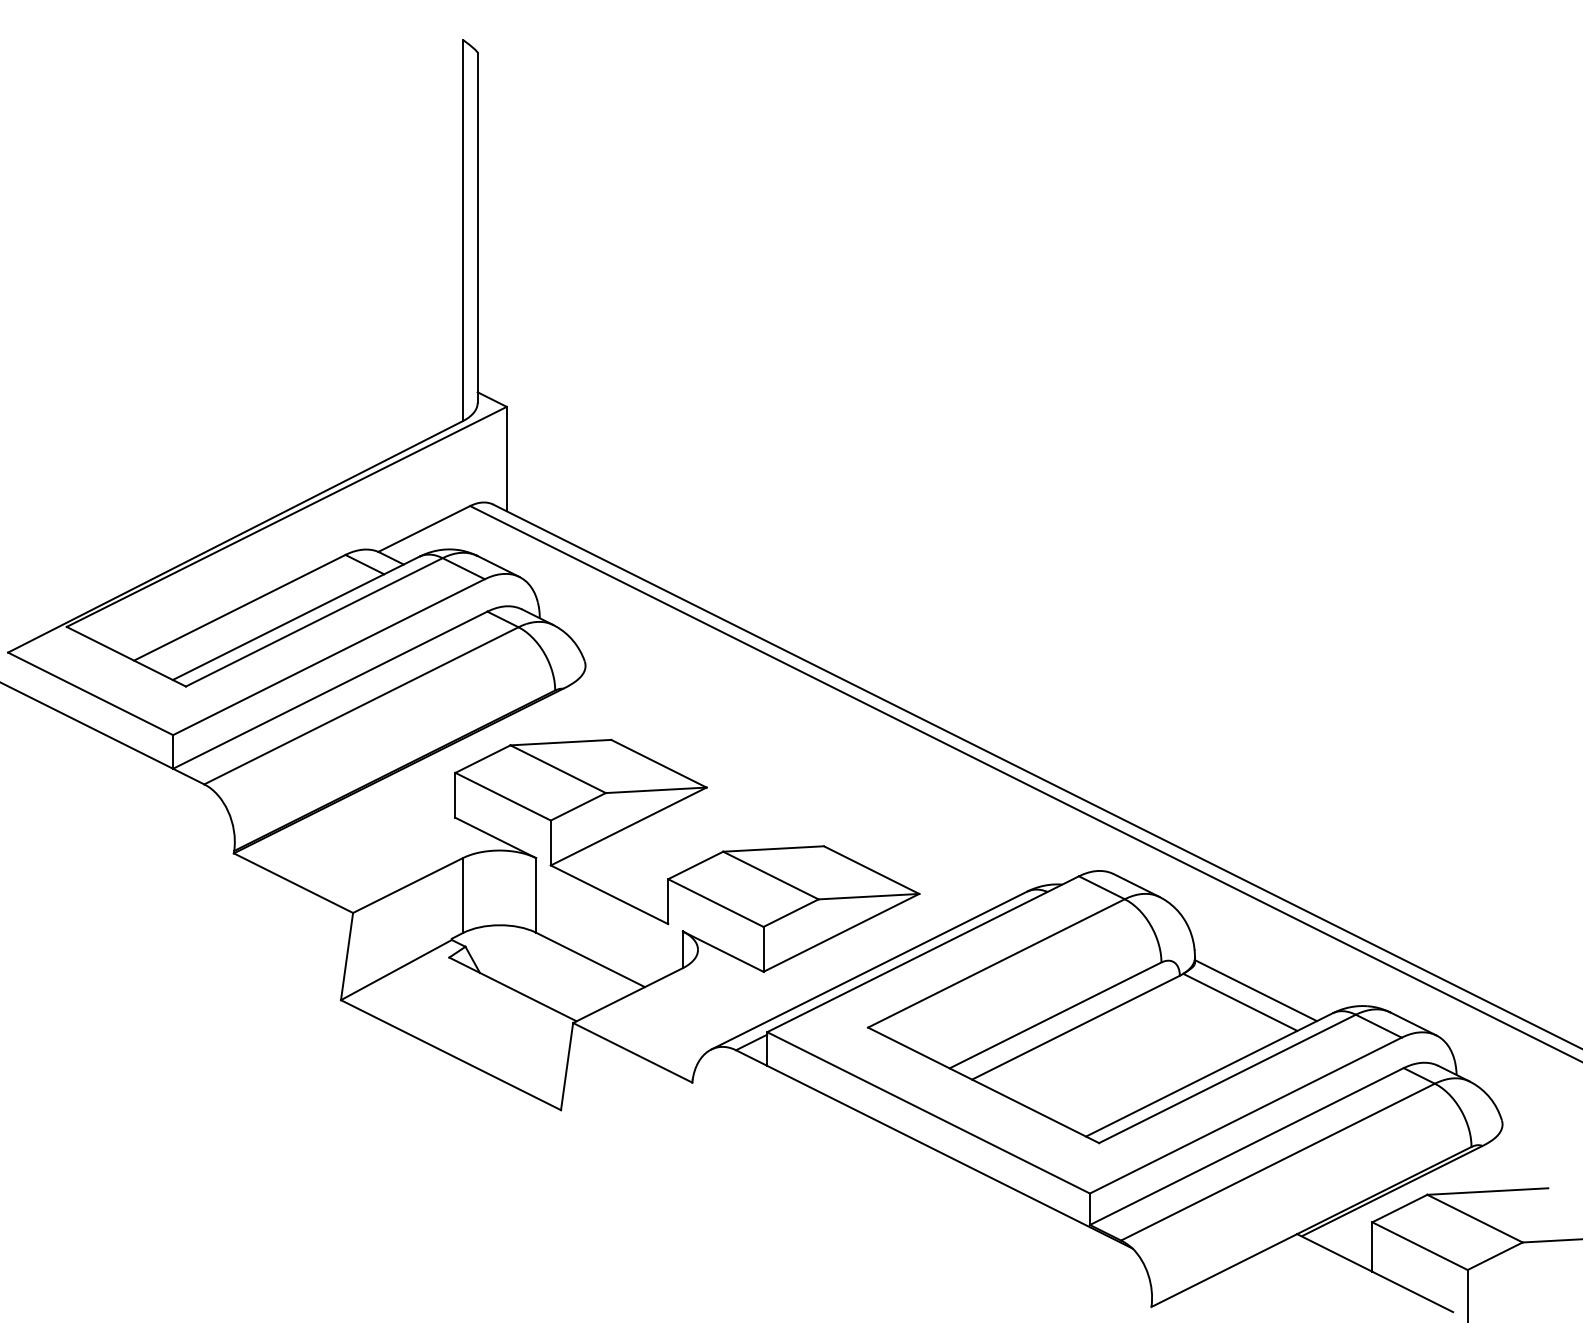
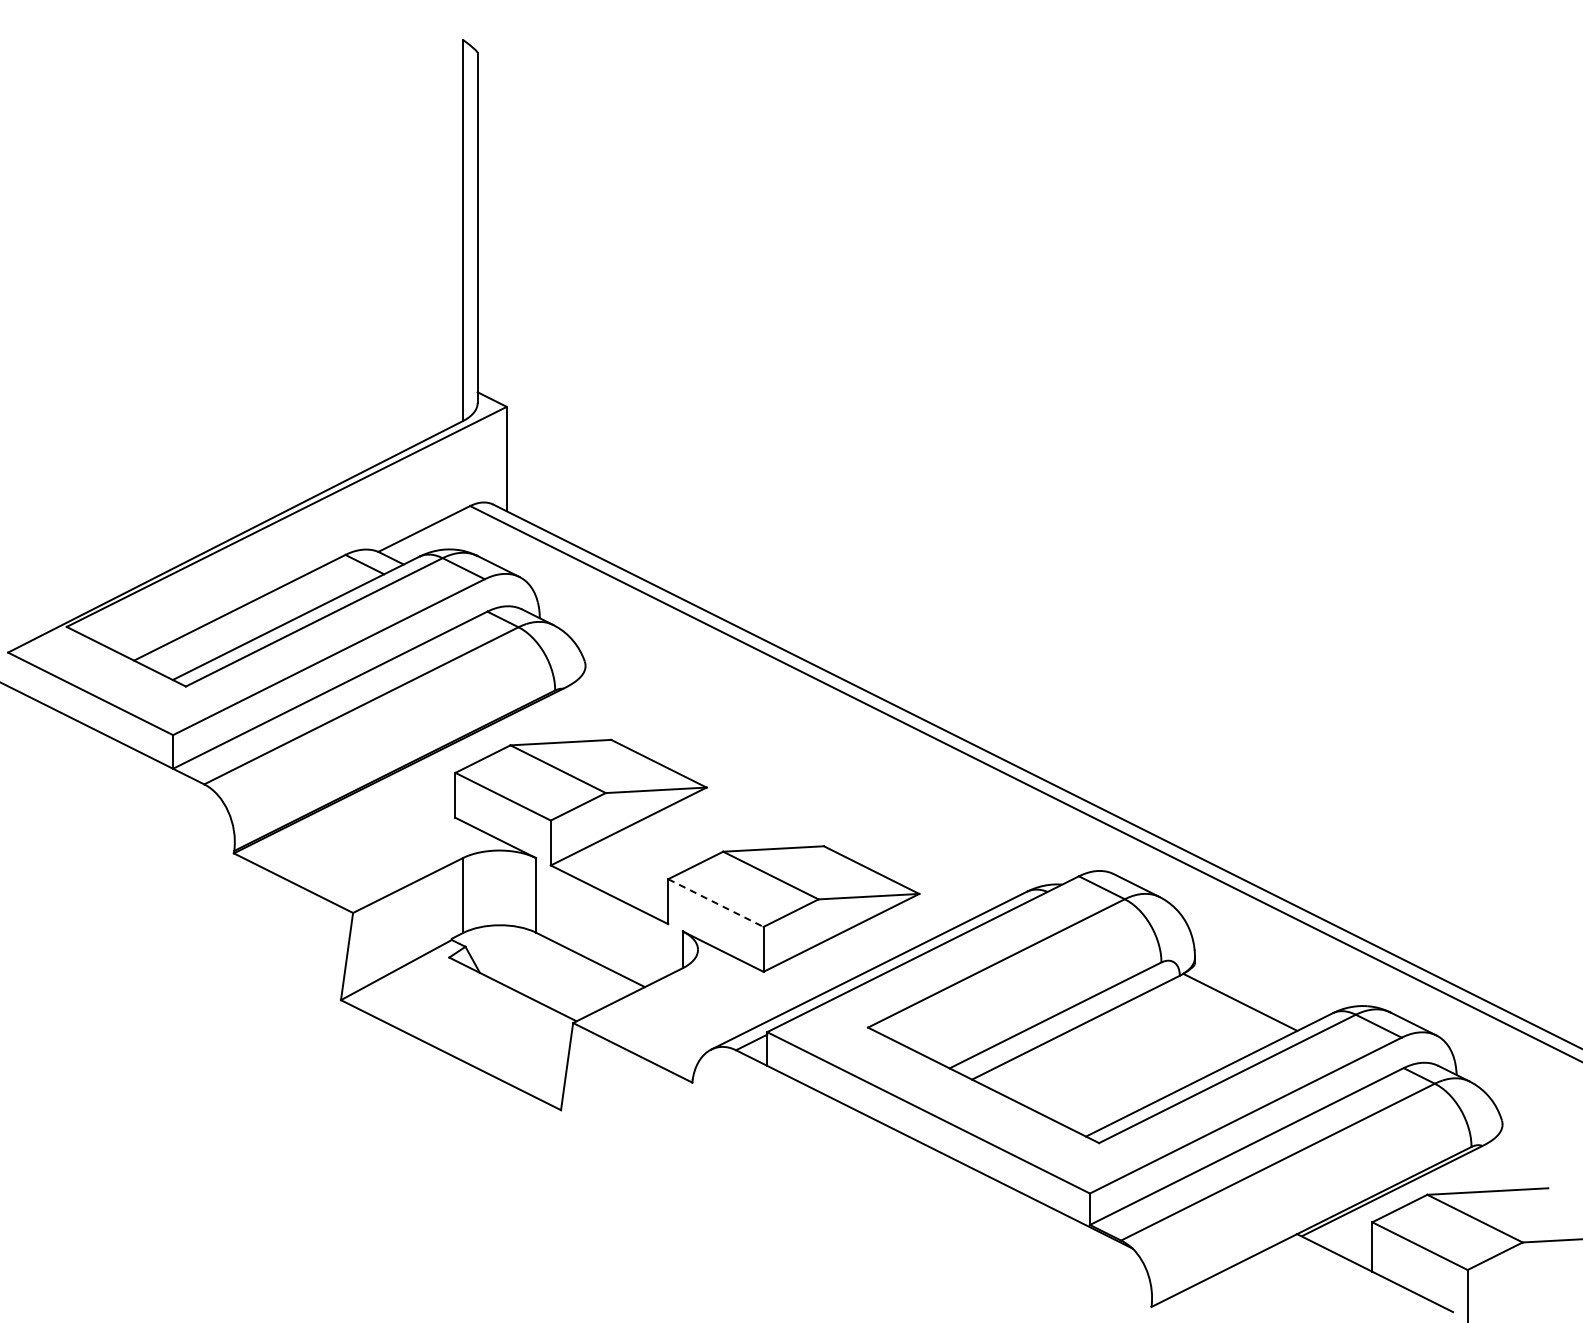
line at (716, 903): solid -> dashed
line at (1255, 990): present -> none
